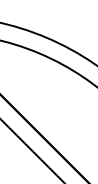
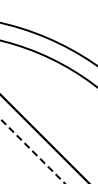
line at (33, 151): solid -> dashed
